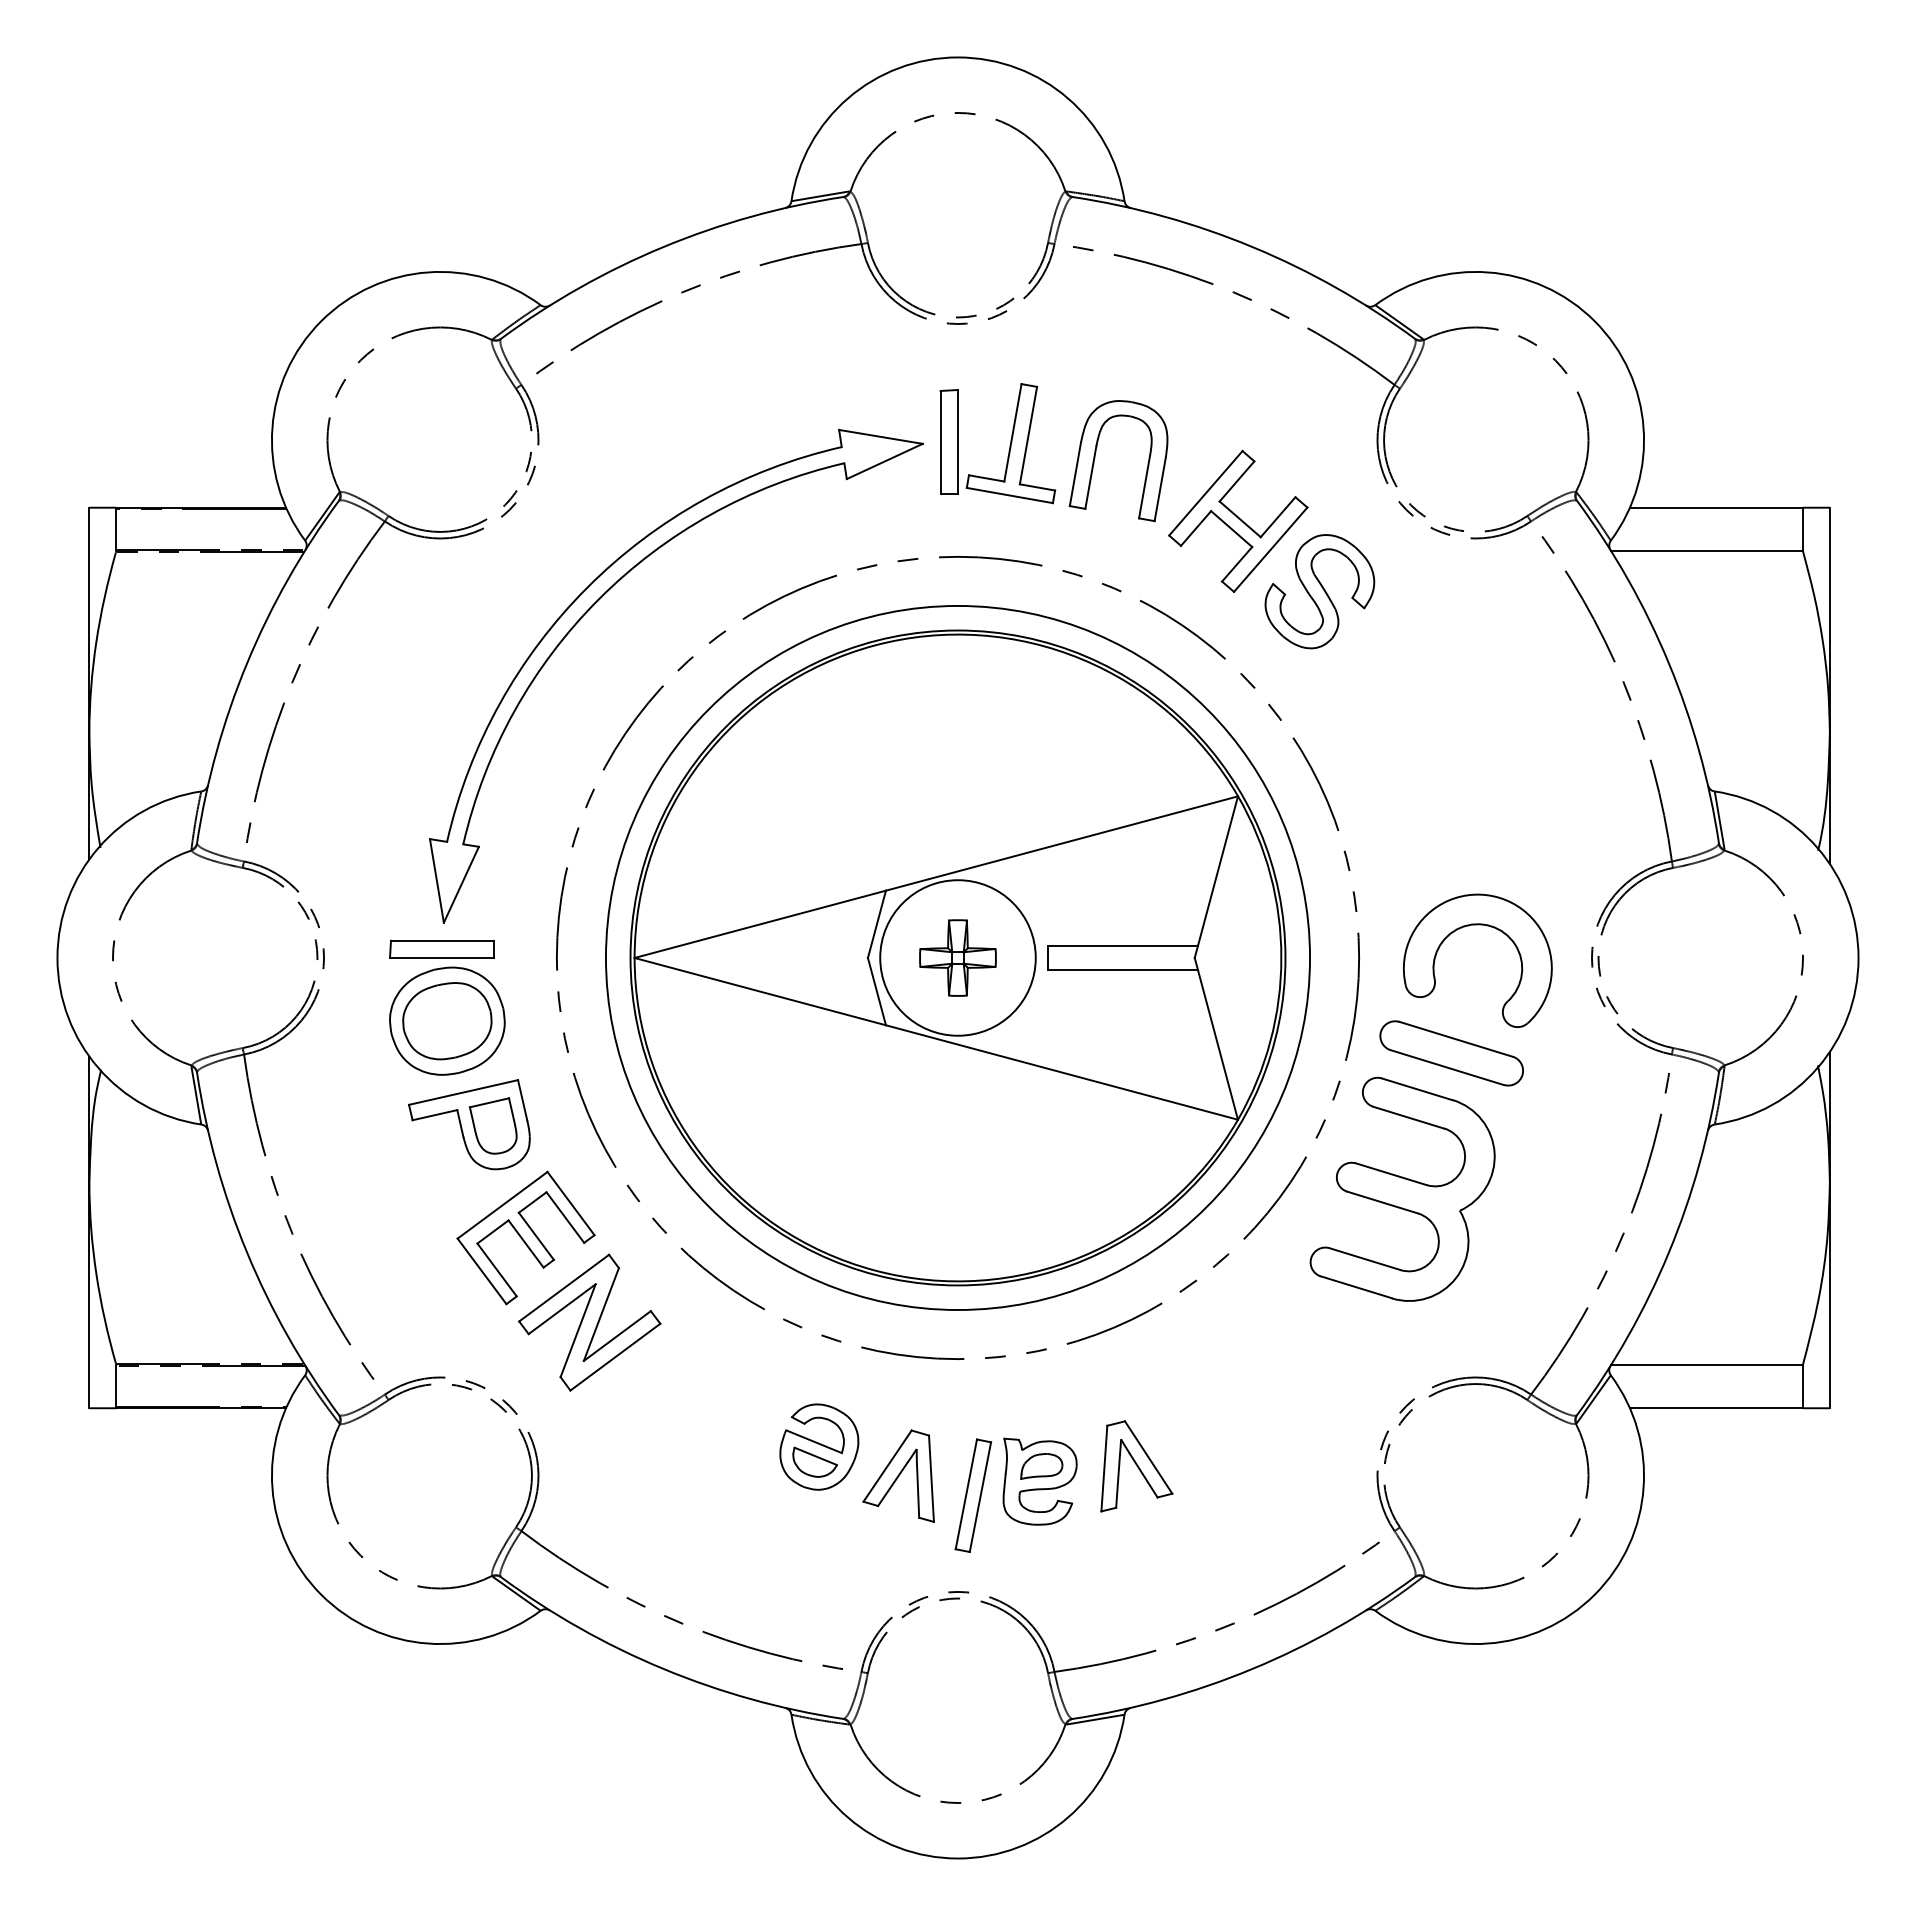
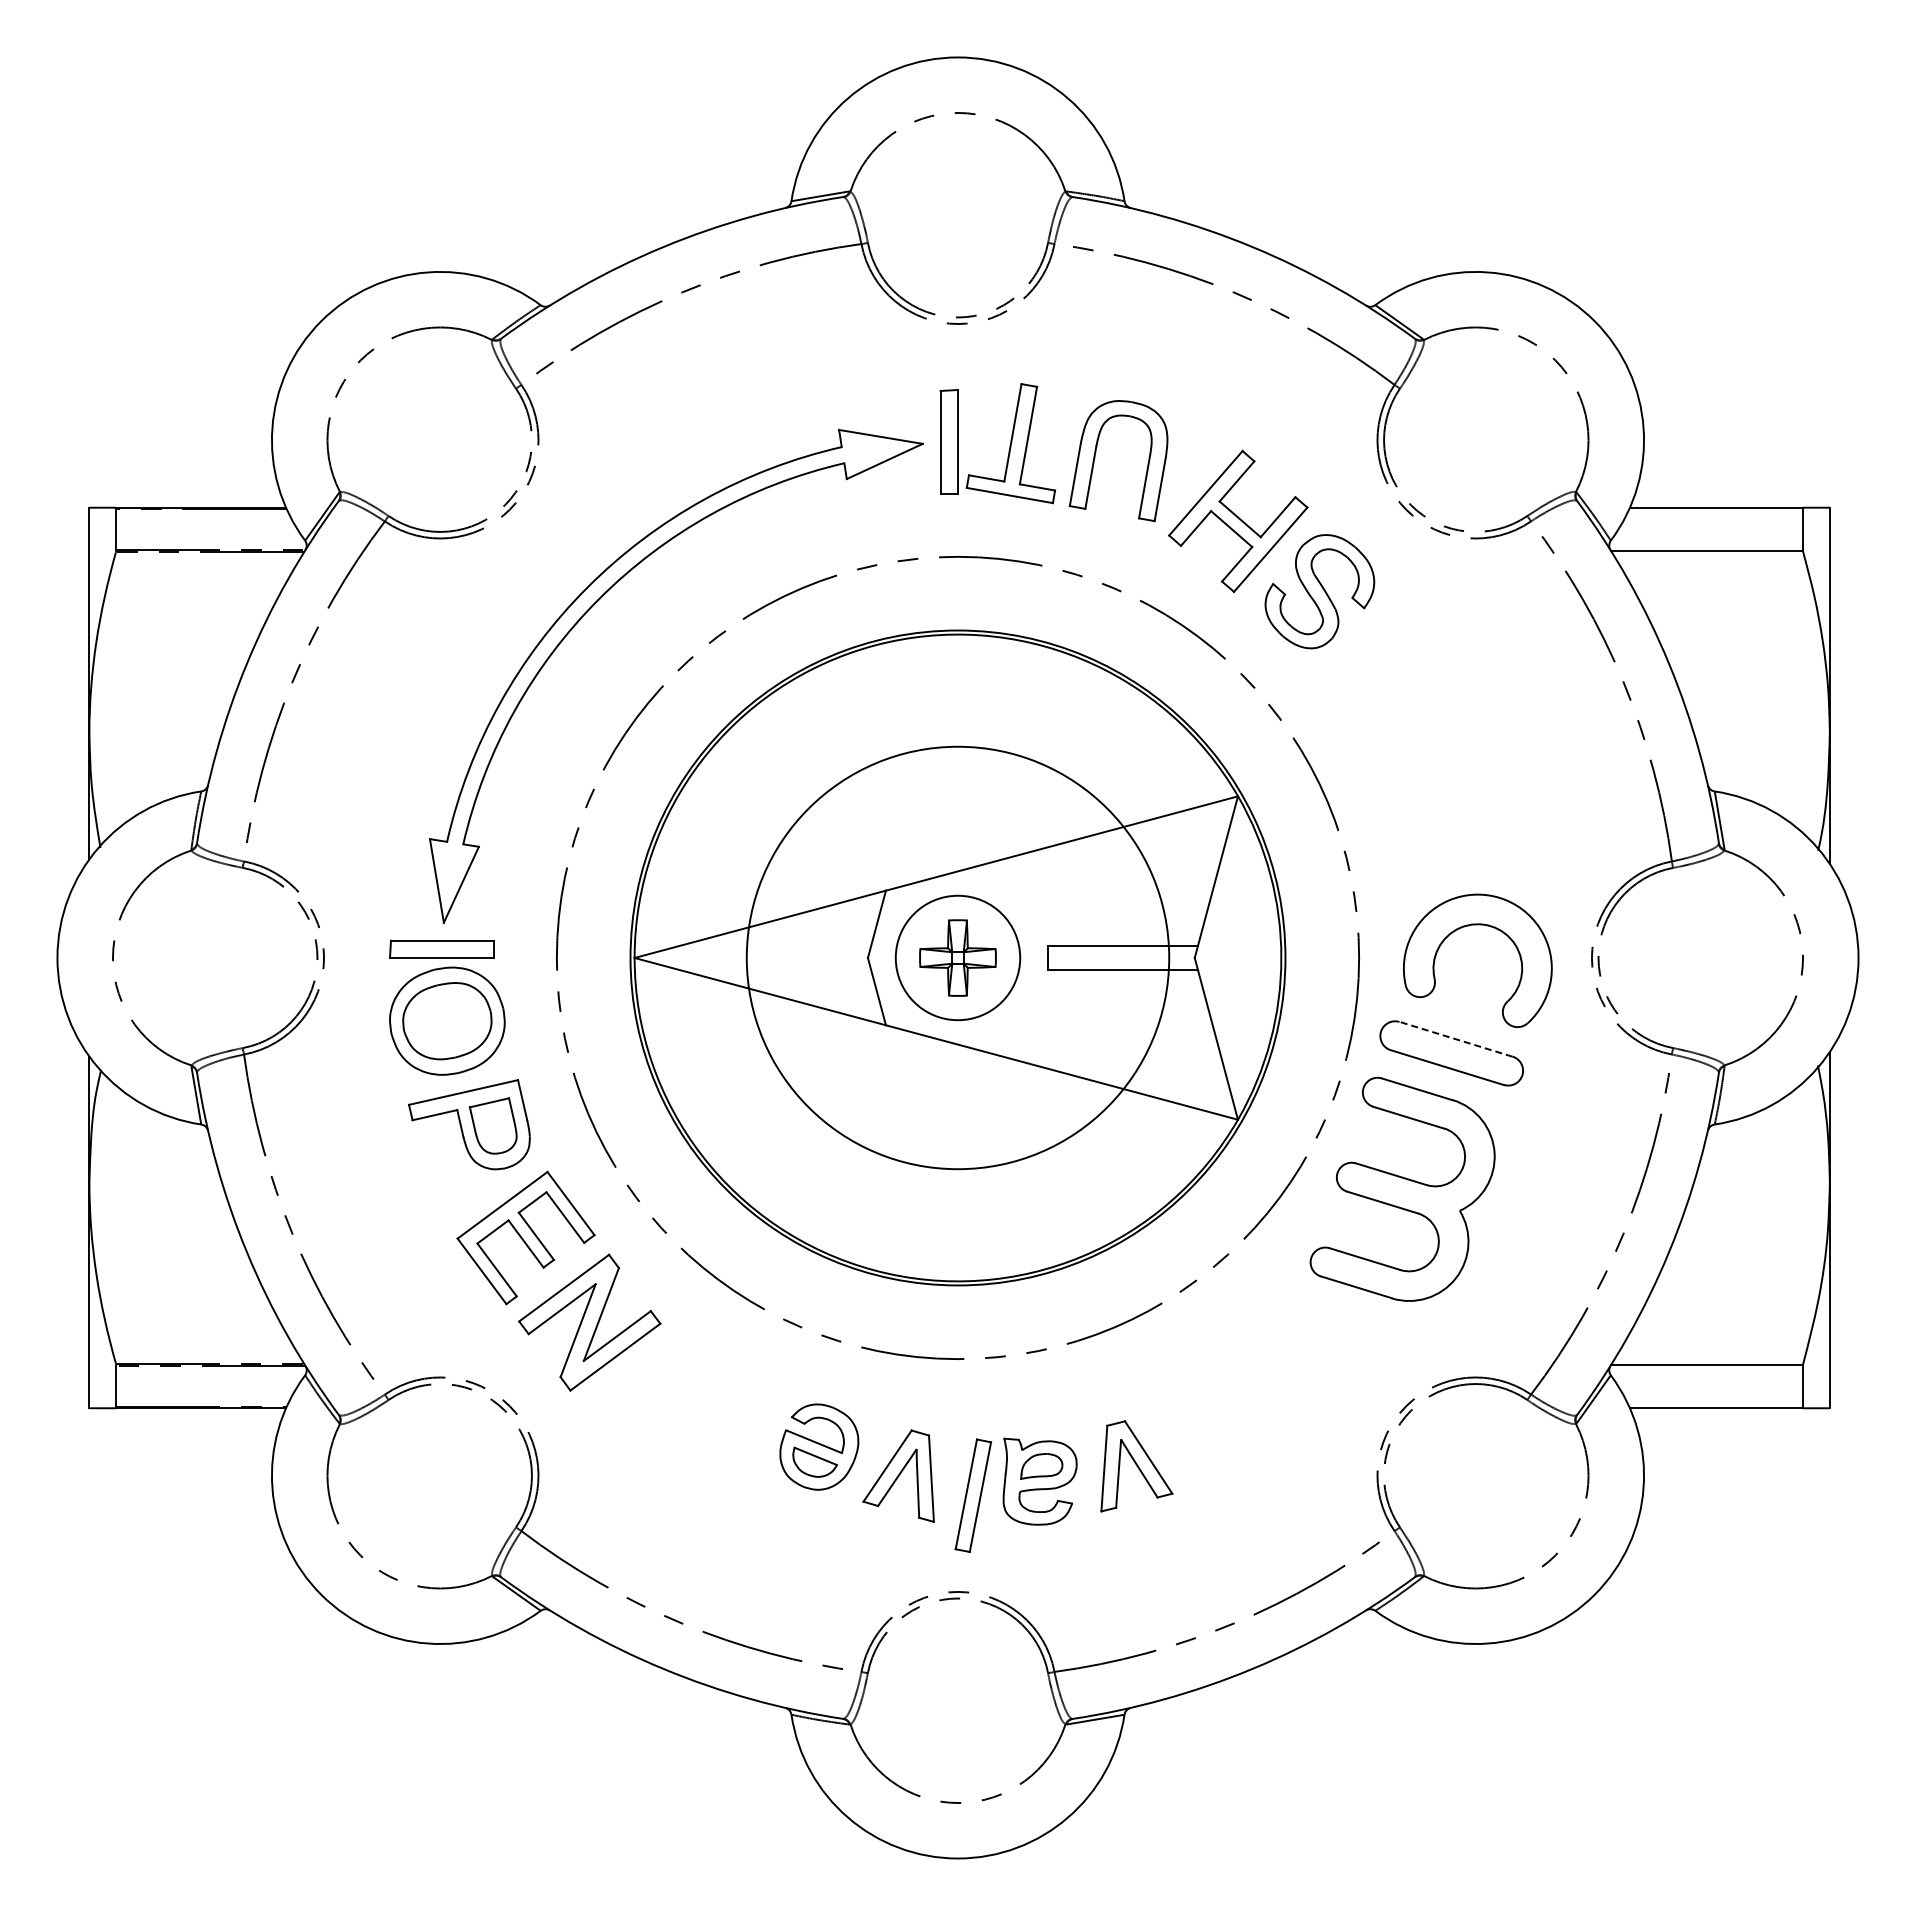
circle at (957, 957) diameter: 156 px -> 124 px
circle at (957, 957) diameter: 704 px -> 422 px
line at (1455, 1039): solid -> dashed
